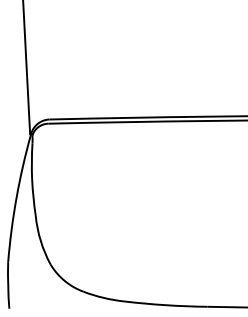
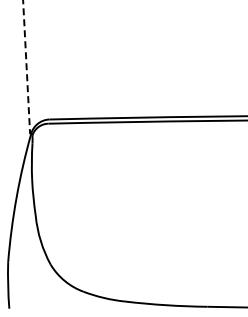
line at (26, 67): solid -> dashed
